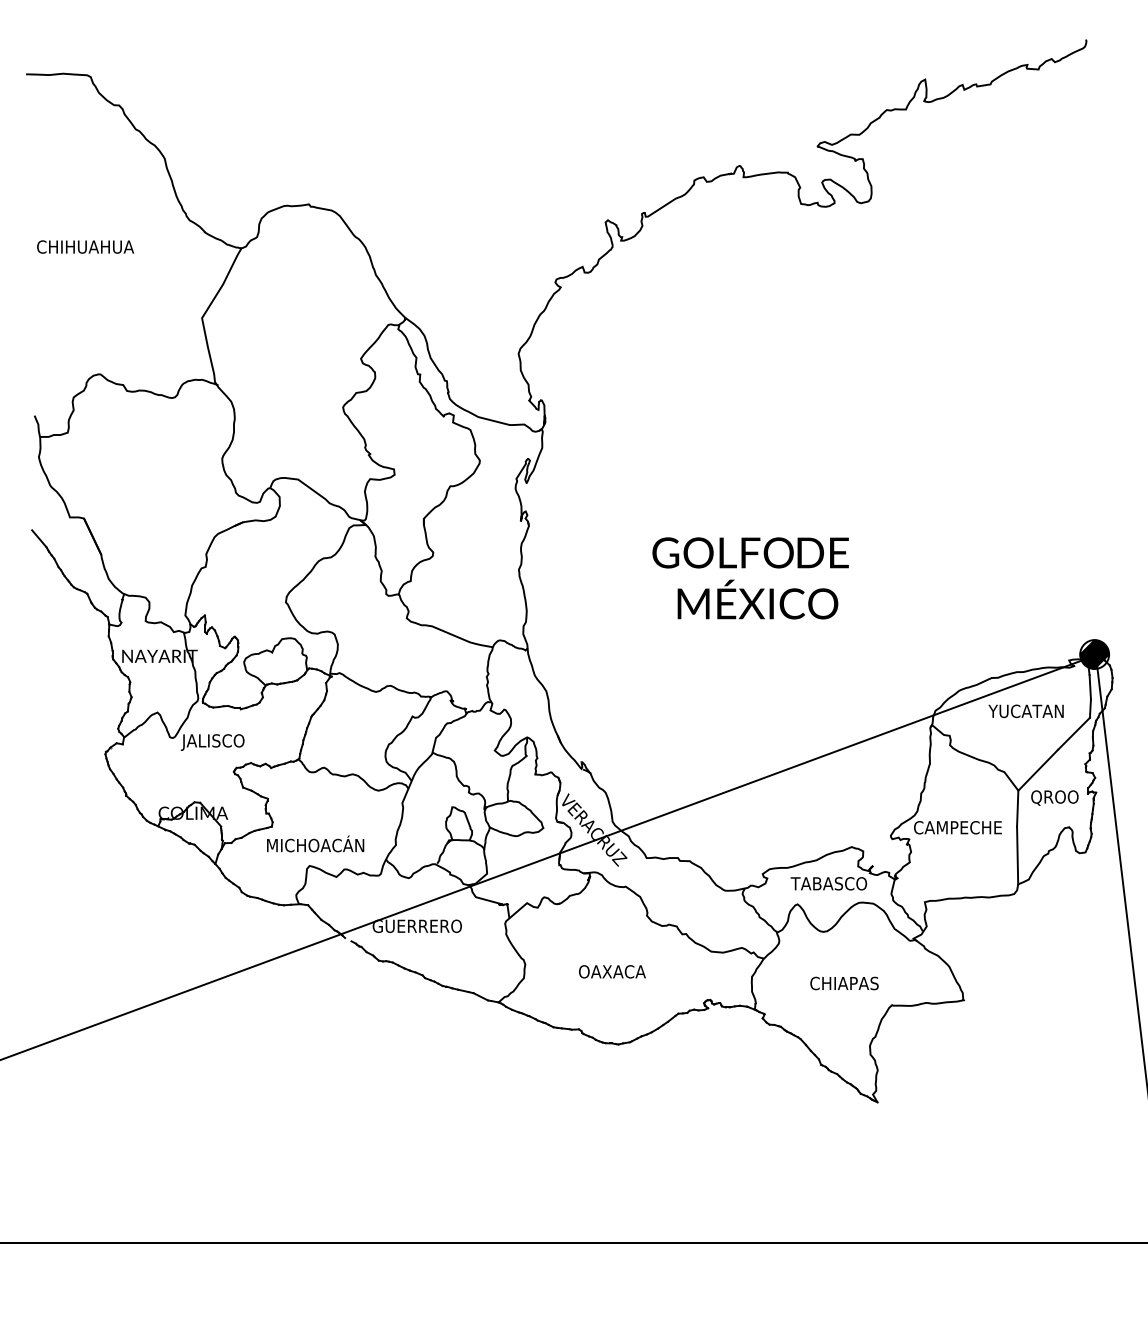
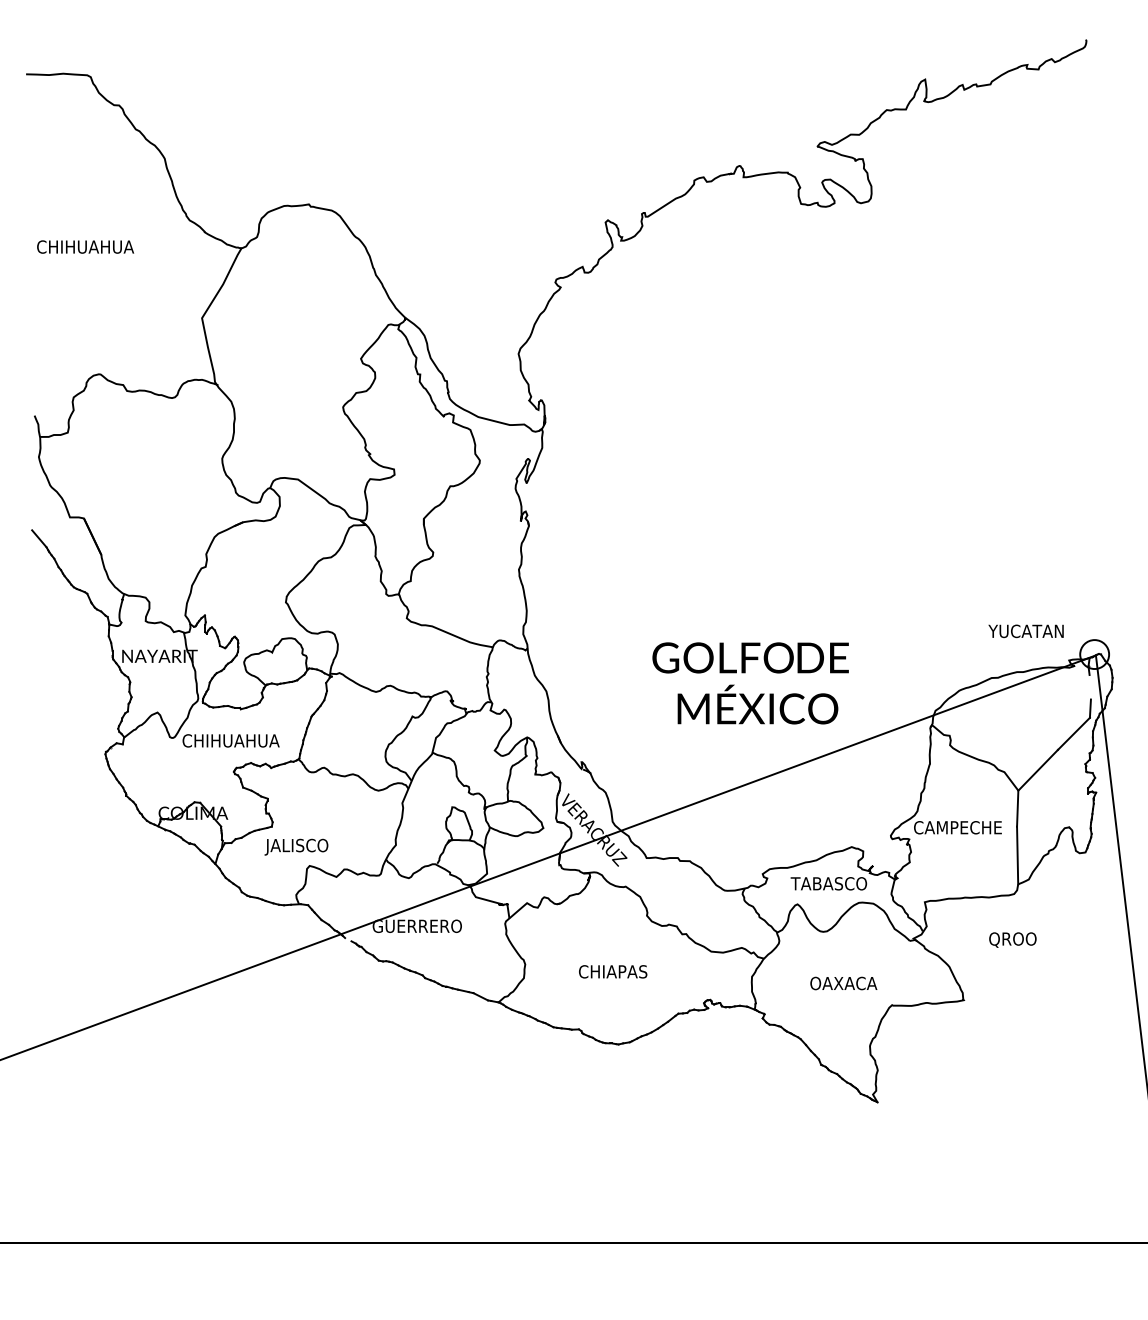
text at (750, 578) position: (750, 578) -> (750, 683)
hatch at (1094, 654): present -> none
line at (1089, 687): present -> none
text at (1025, 711) position: (1025, 711) -> (1025, 631)
text at (229, 742): JALISCO -> CHIHUAHUA
text at (1054, 797) position: (1054, 797) -> (1012, 939)
text at (314, 845): MICHOACÁN -> JALISCO
text at (616, 971): OAXACA -> CHIAPAS
text at (846, 983): CHIAPAS -> OAXACA
